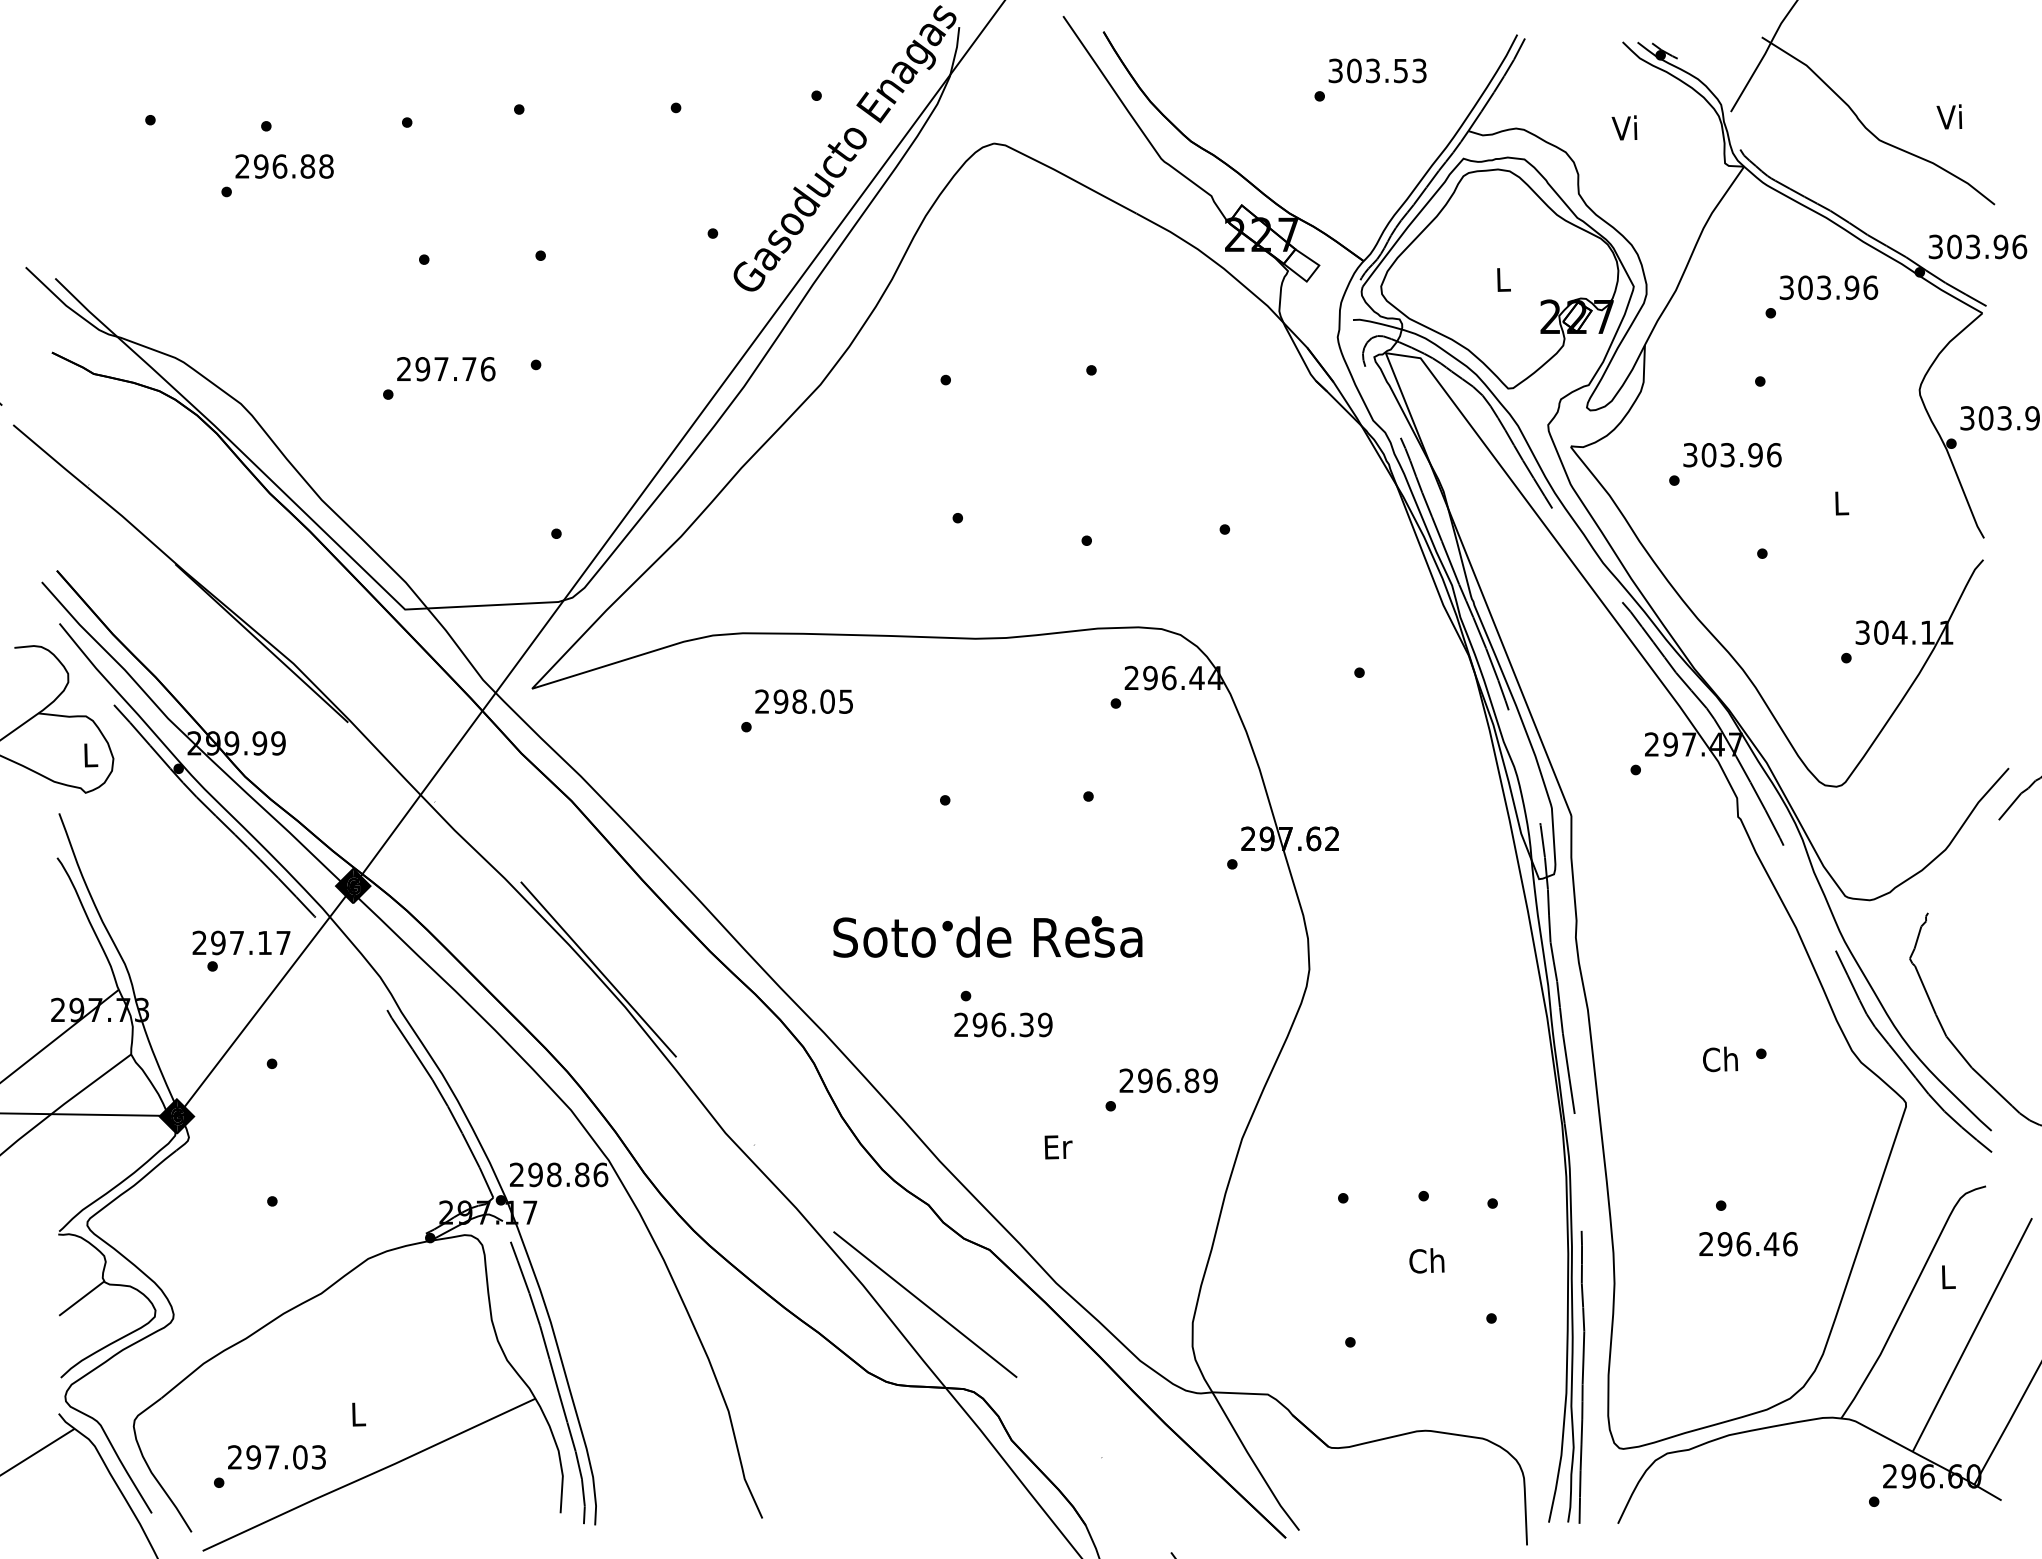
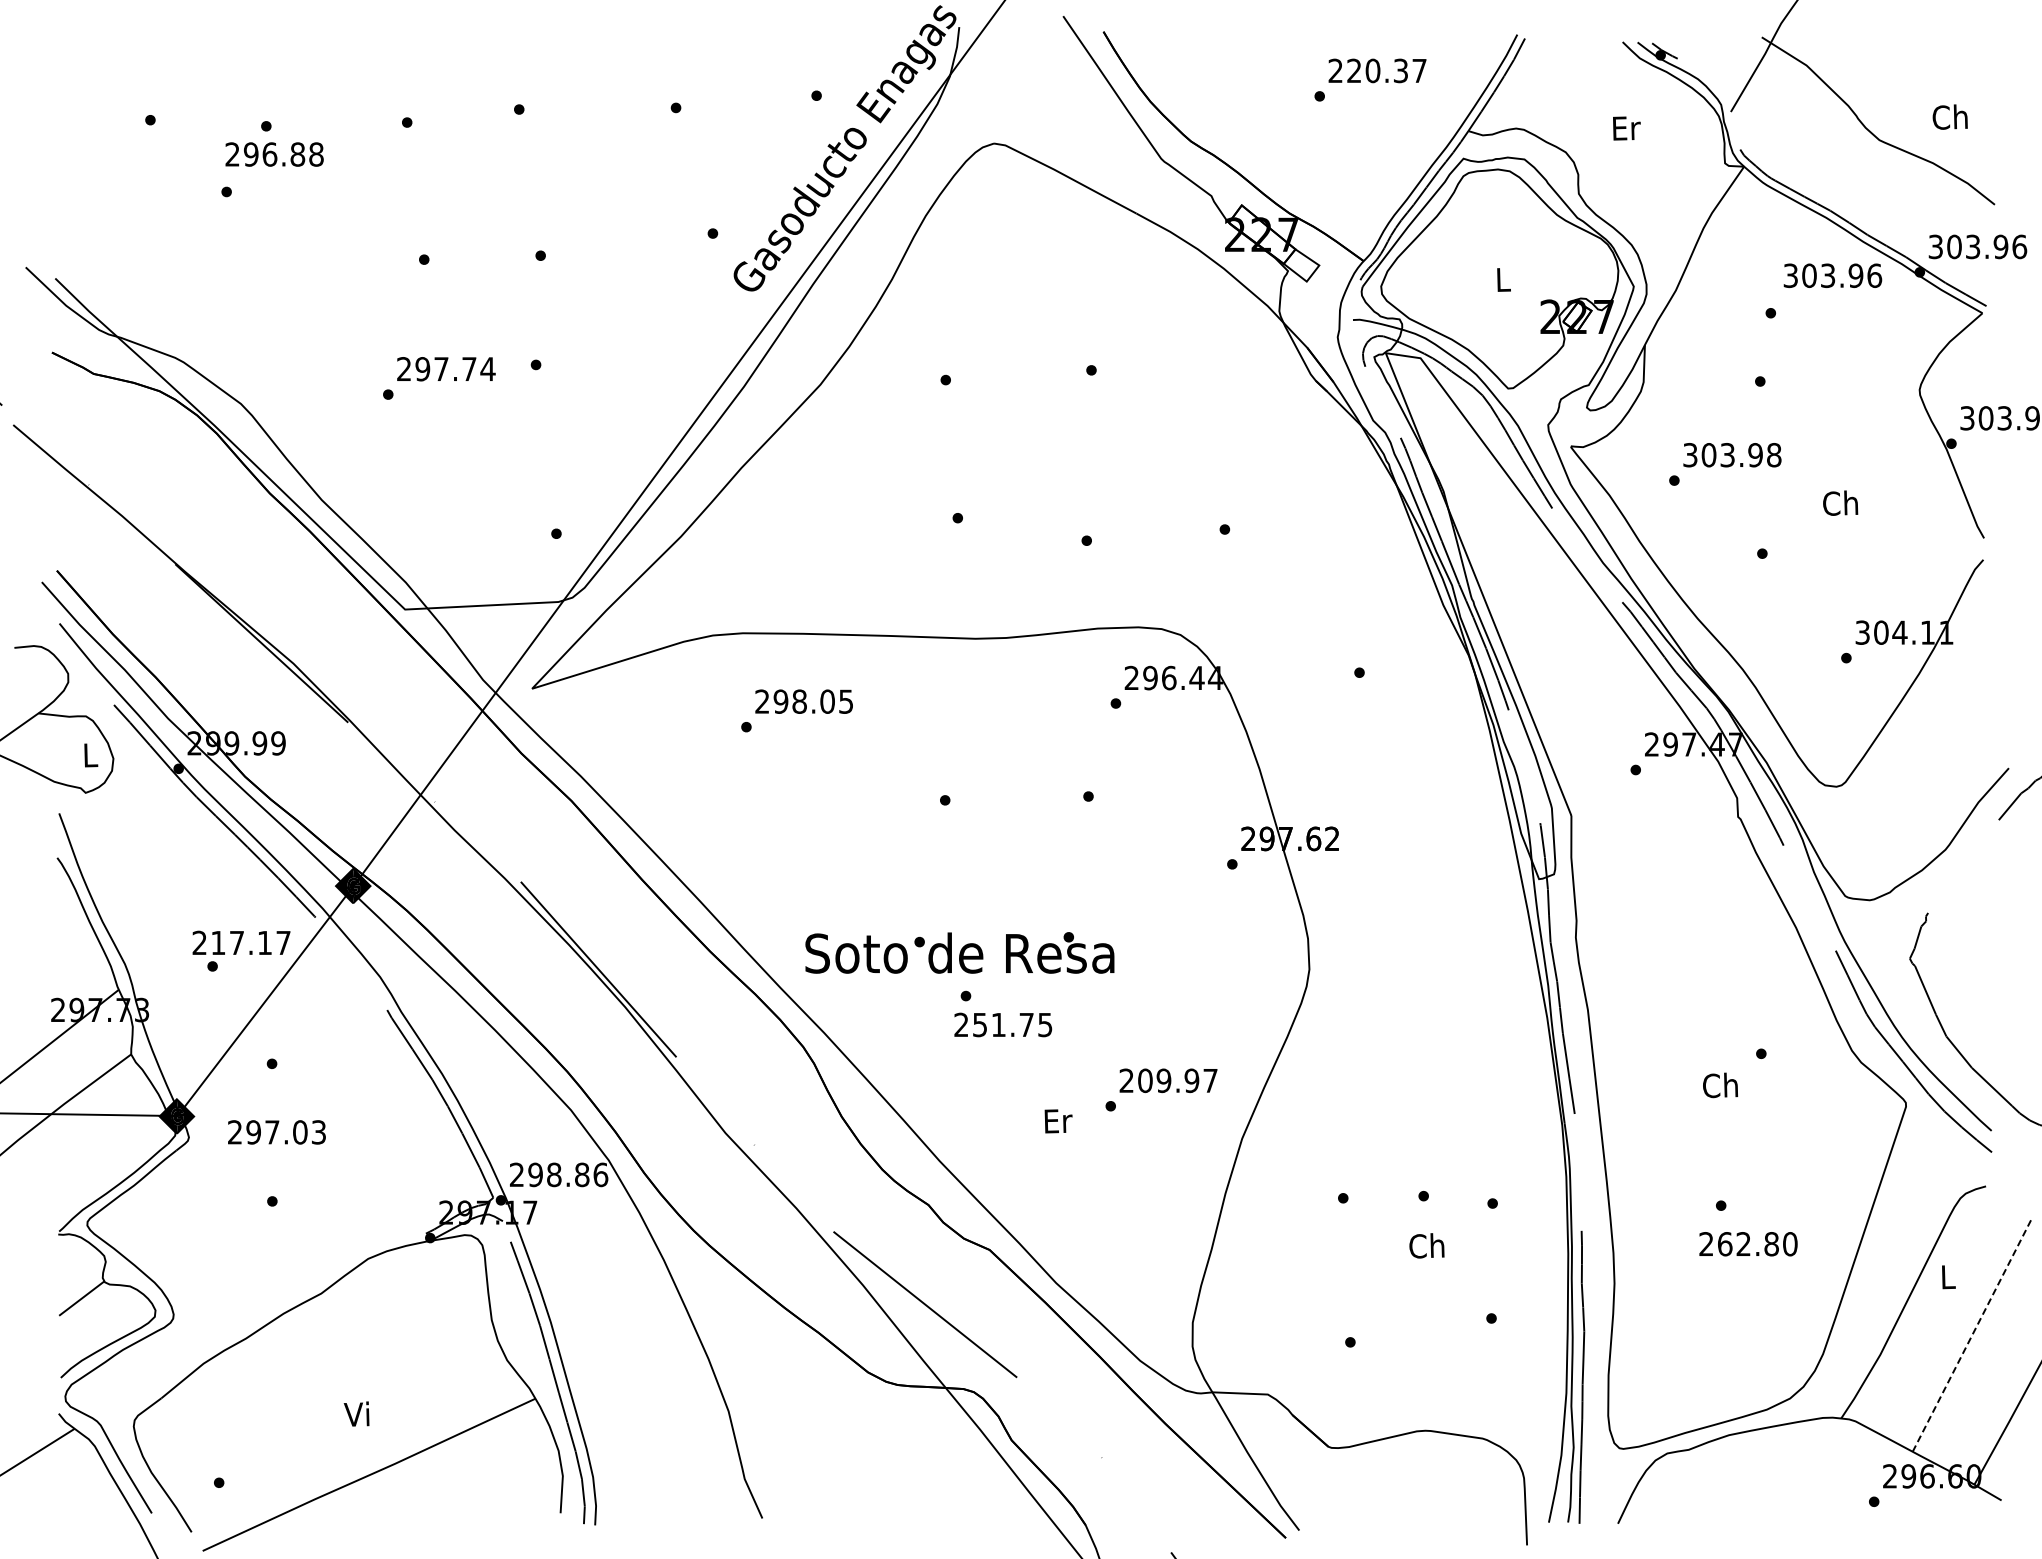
text at (1377, 70): 303.53 -> 220.37
text at (1949, 116): Vi -> Ch
text at (1625, 127): Vi -> Er
text at (284, 166) position: (284, 166) -> (274, 154)
text at (1828, 287) position: (1828, 287) -> (1832, 275)
text at (487, 369): 297.76 -> 297.74
text at (1774, 455): 303.96 -> 303.98
text at (1840, 502): L -> Ch
text at (987, 936) position: (987, 936) -> (959, 952)
text at (218, 942): 297.17 -> 217.17
text at (1012, 1024): 296.39 -> 251.75
text at (1720, 1059) position: (1720, 1059) -> (1720, 1085)
text at (1177, 1080): 296.89 -> 209.97
text at (1058, 1147) position: (1058, 1147) -> (1058, 1121)
text at (1757, 1244): 296.46 -> 262.80
text at (1426, 1260) position: (1426, 1260) -> (1426, 1245)
line at (1972, 1334): solid -> dashed
text at (356, 1413): L -> Vi
text at (276, 1457) position: (276, 1457) -> (276, 1132)
